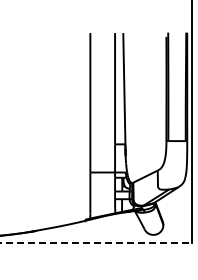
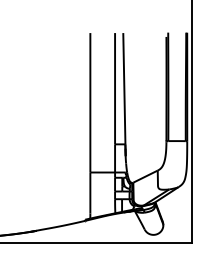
line at (96, 243): dashed -> solid
